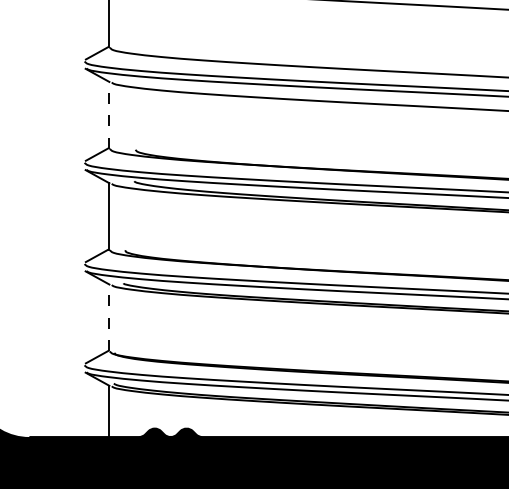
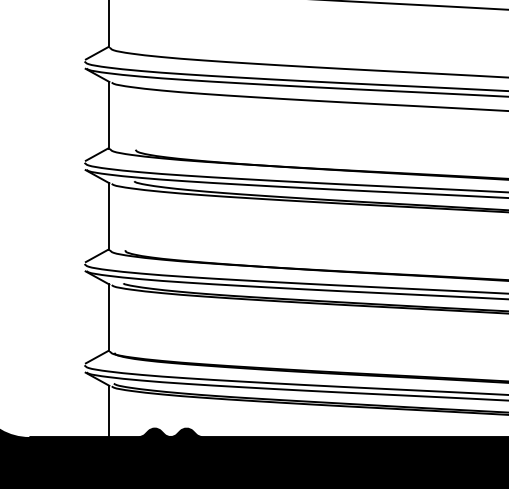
line at (109, 115): dashed -> solid
line at (109, 317): dashed -> solid
